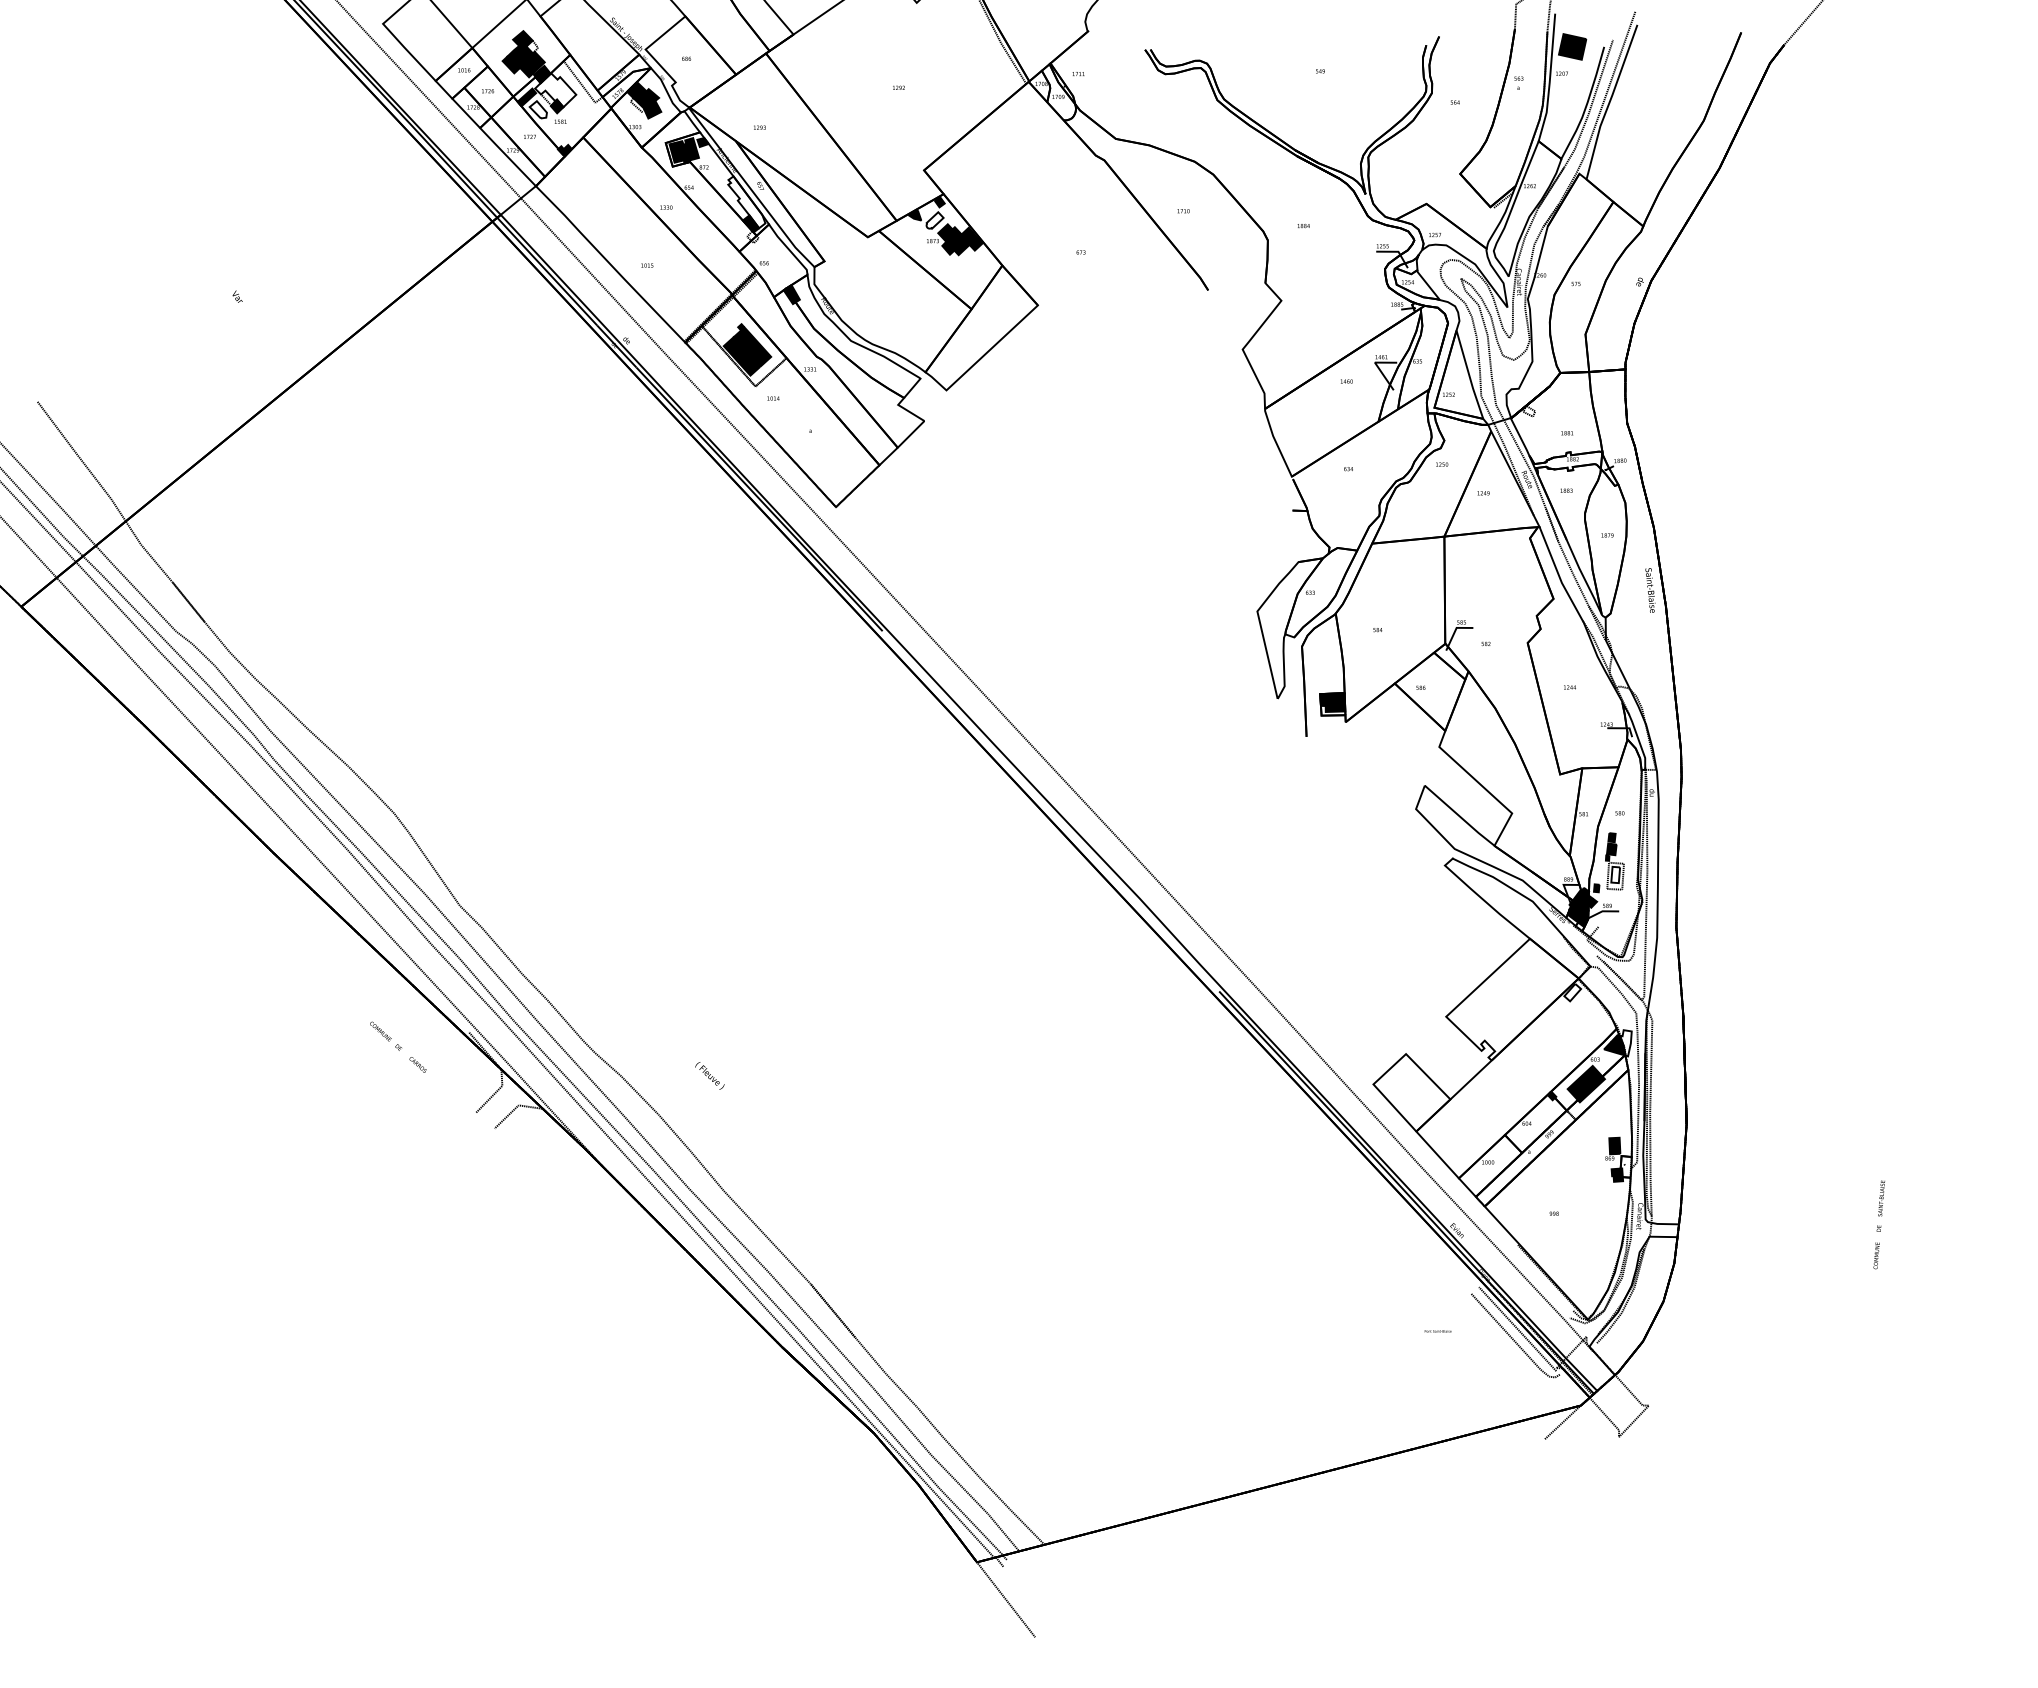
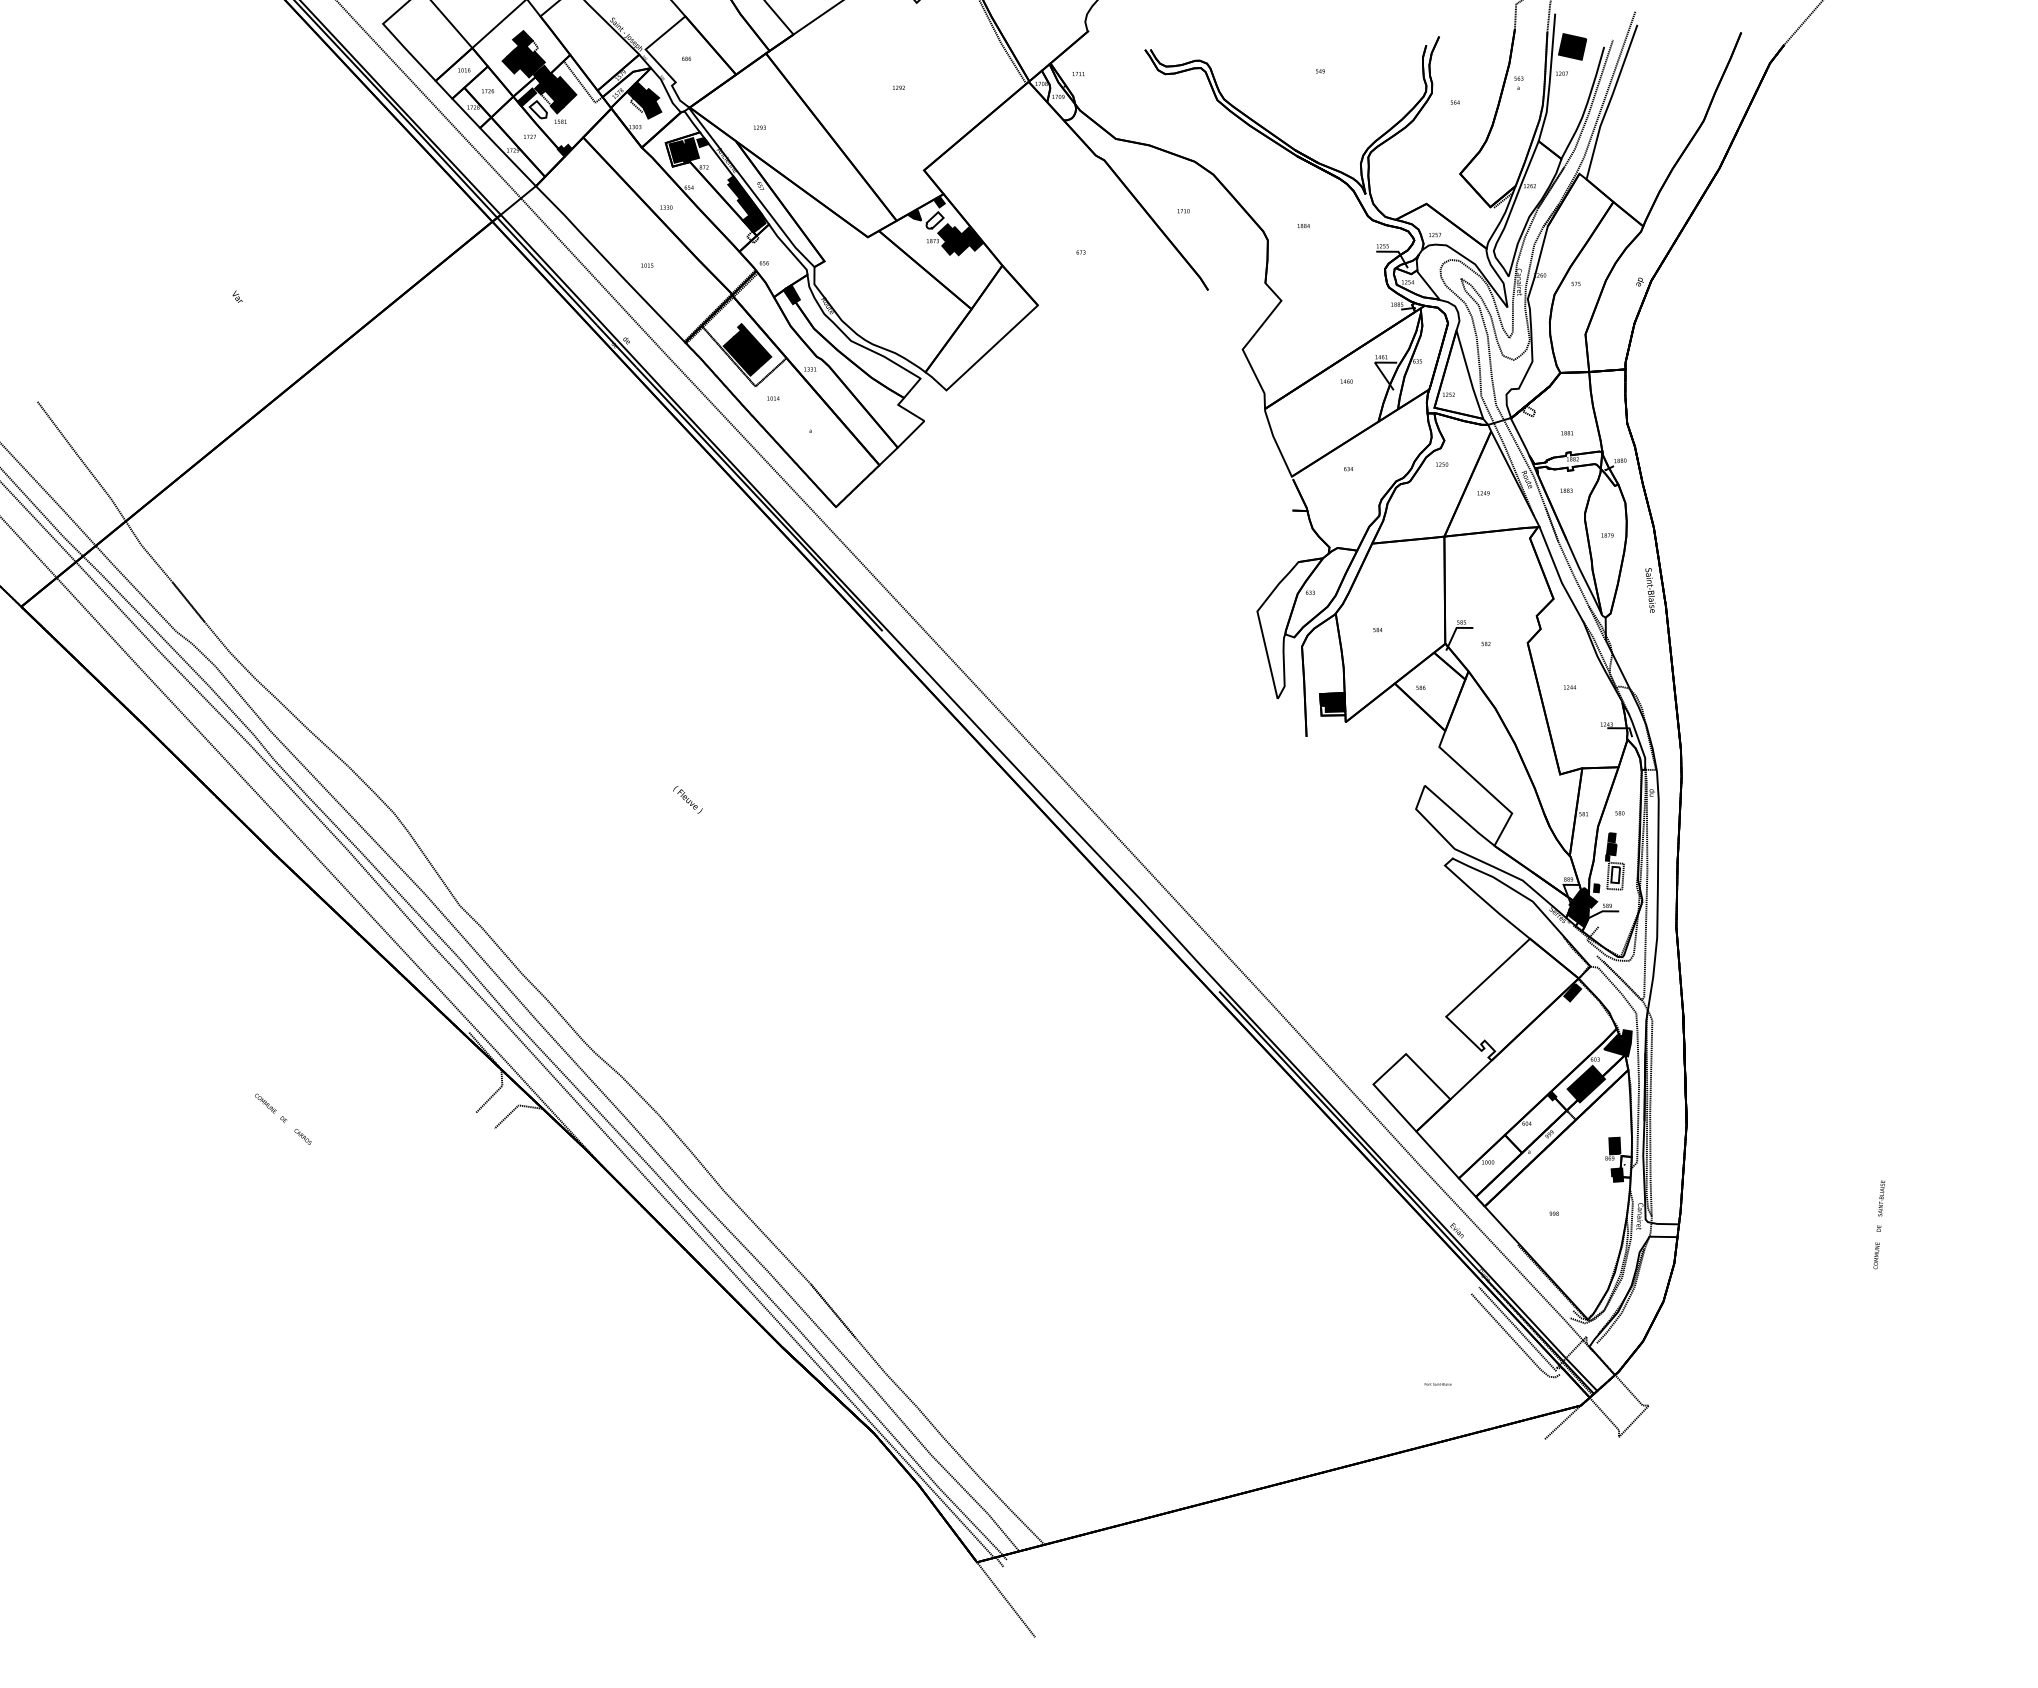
fill at (555, 90): none -> present
fill at (746, 202): none -> present
fill at (1572, 992): none -> present
fill at (1625, 1043): none -> present
text at (398, 1046) position: (398, 1046) -> (283, 1118)
text at (709, 1075) position: (709, 1075) -> (687, 799)
text at (1437, 1331) position: (1437, 1331) -> (1437, 1384)
